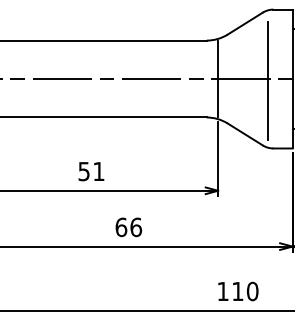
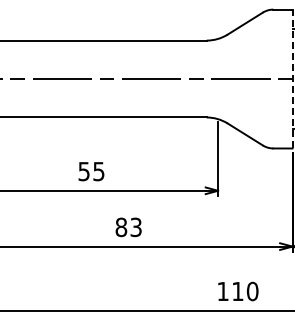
line at (218, 78): present -> none
line at (292, 78): solid -> dashed
line at (267, 81): present -> none
text at (98, 171): 51 -> 55
text at (128, 227): 66 -> 83
